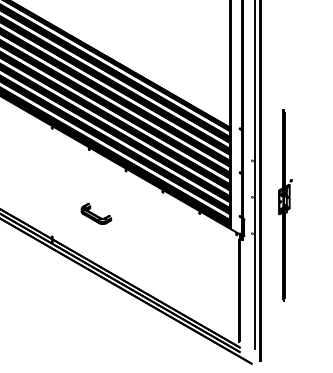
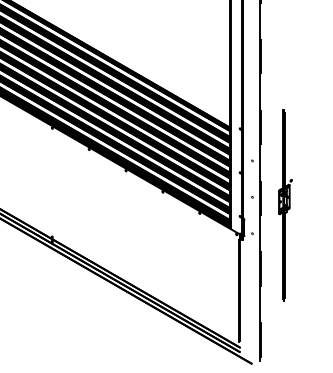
line at (255, 175): present -> none
line at (261, 180): solid -> dashed
part at (96, 213): present -> none
